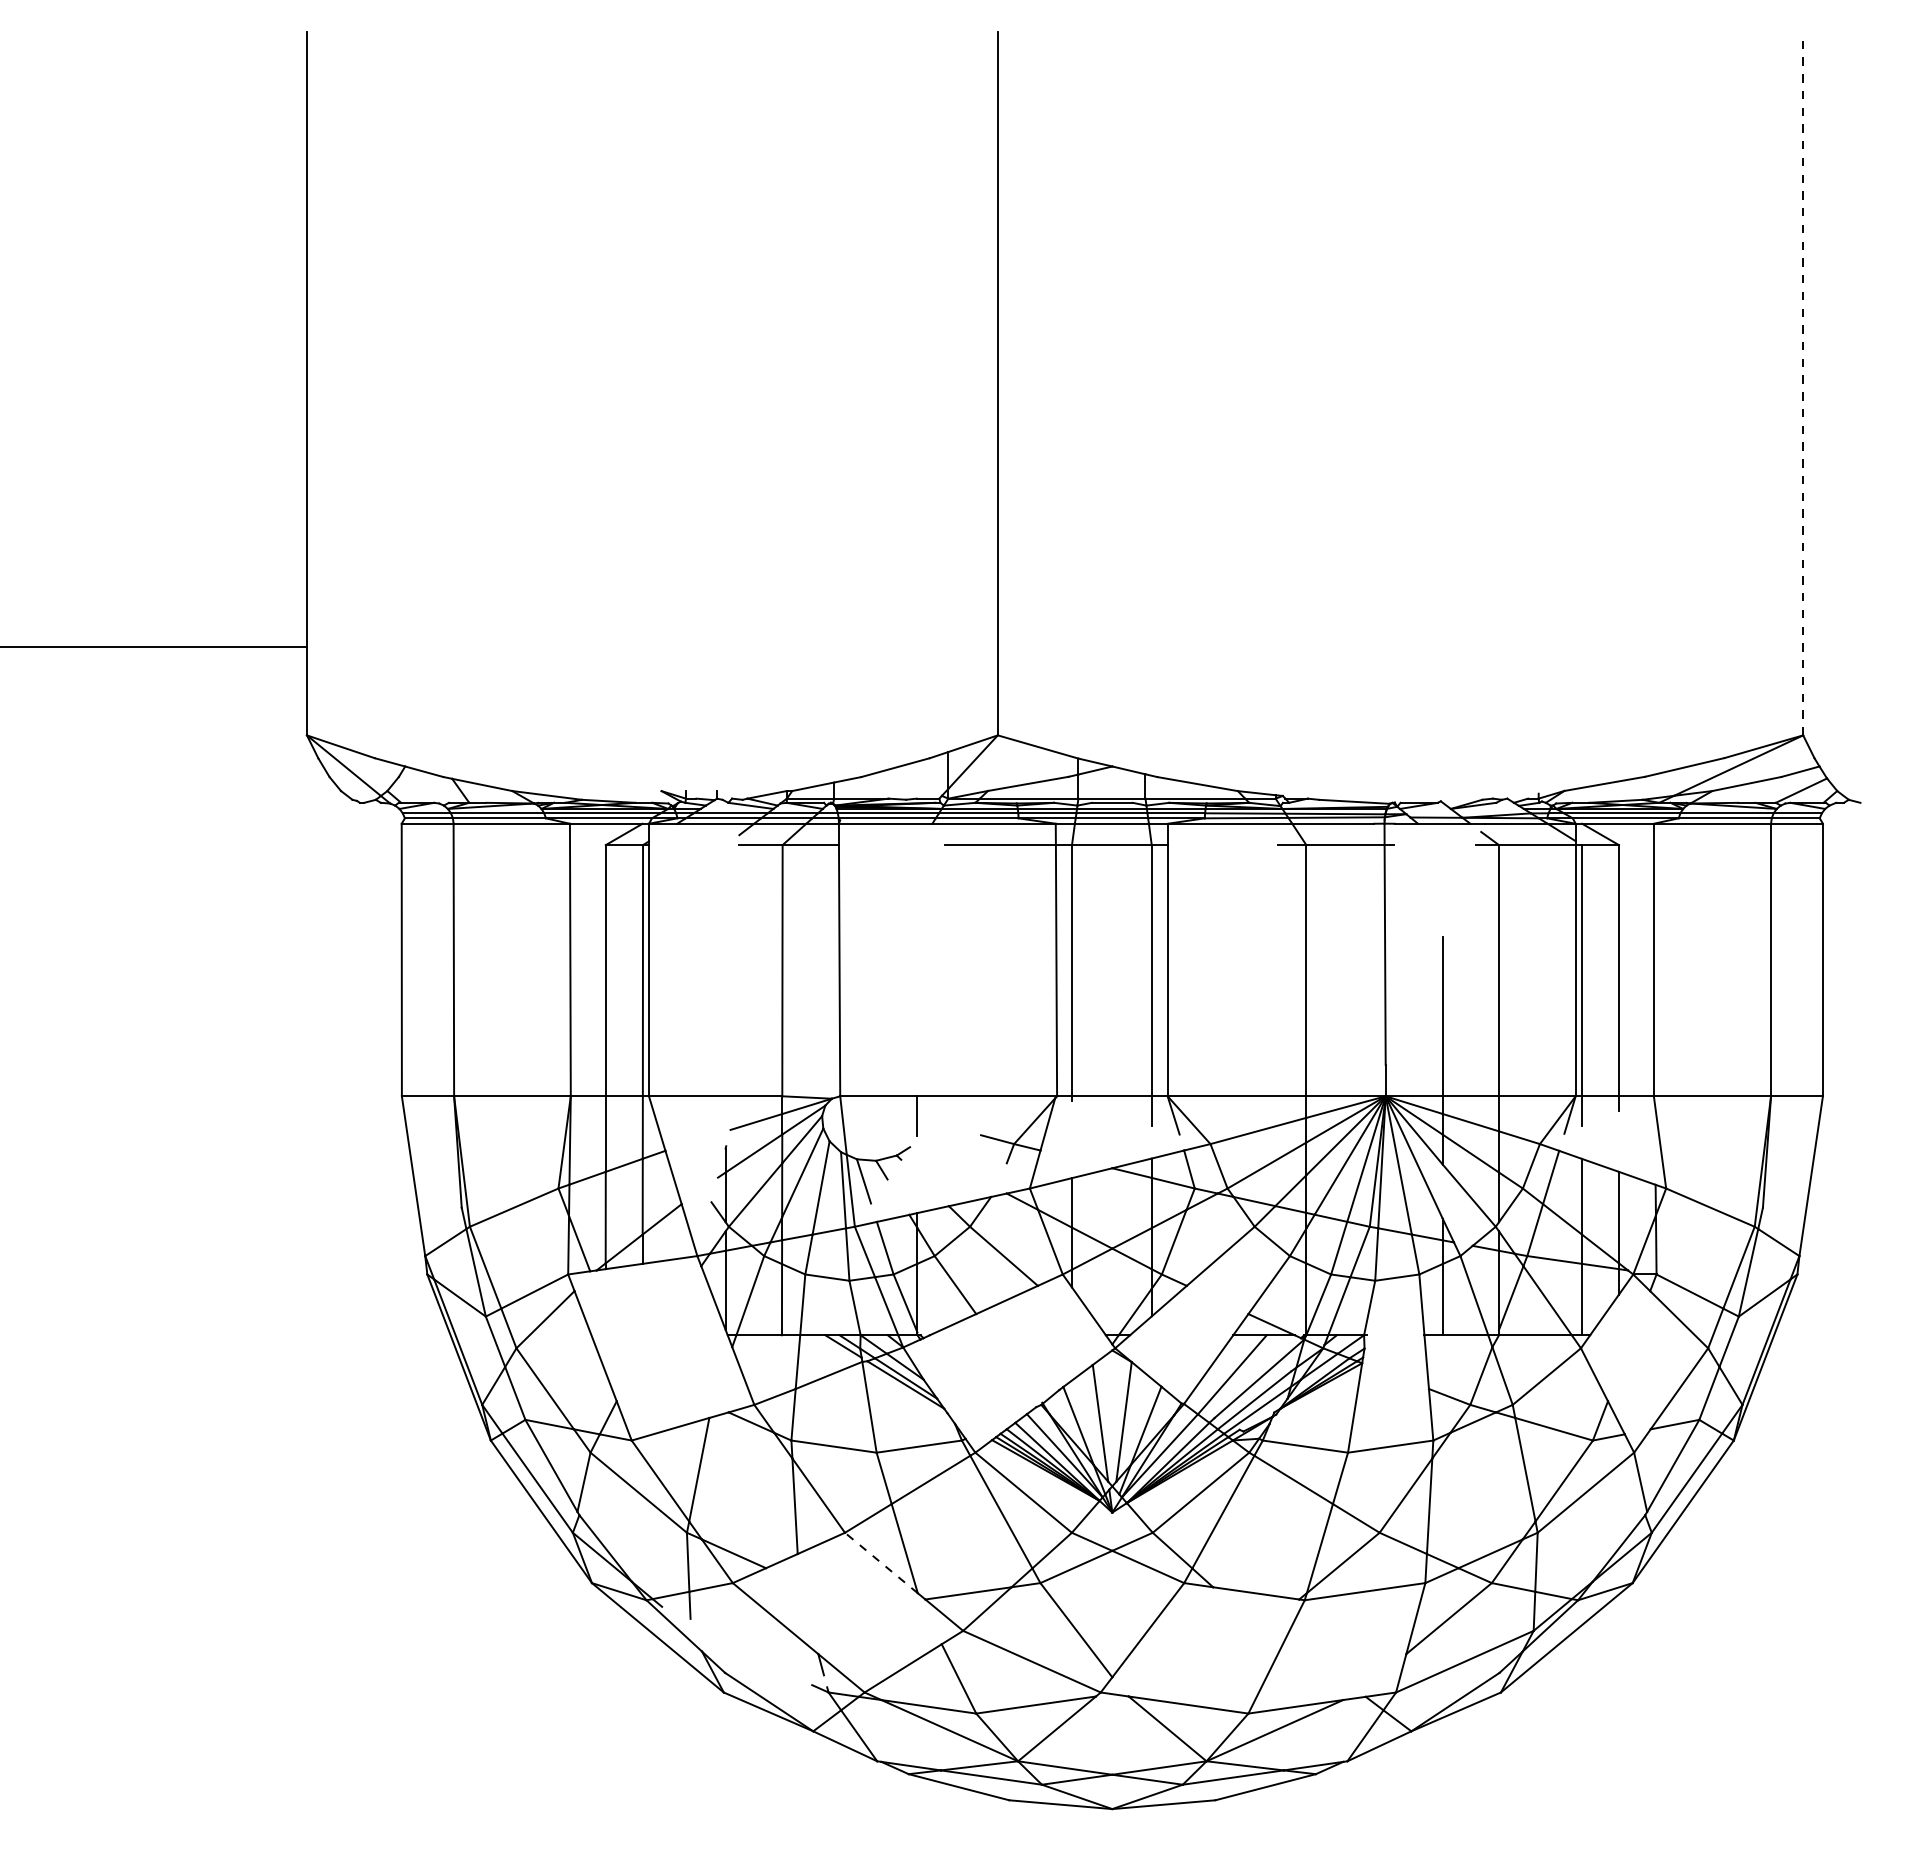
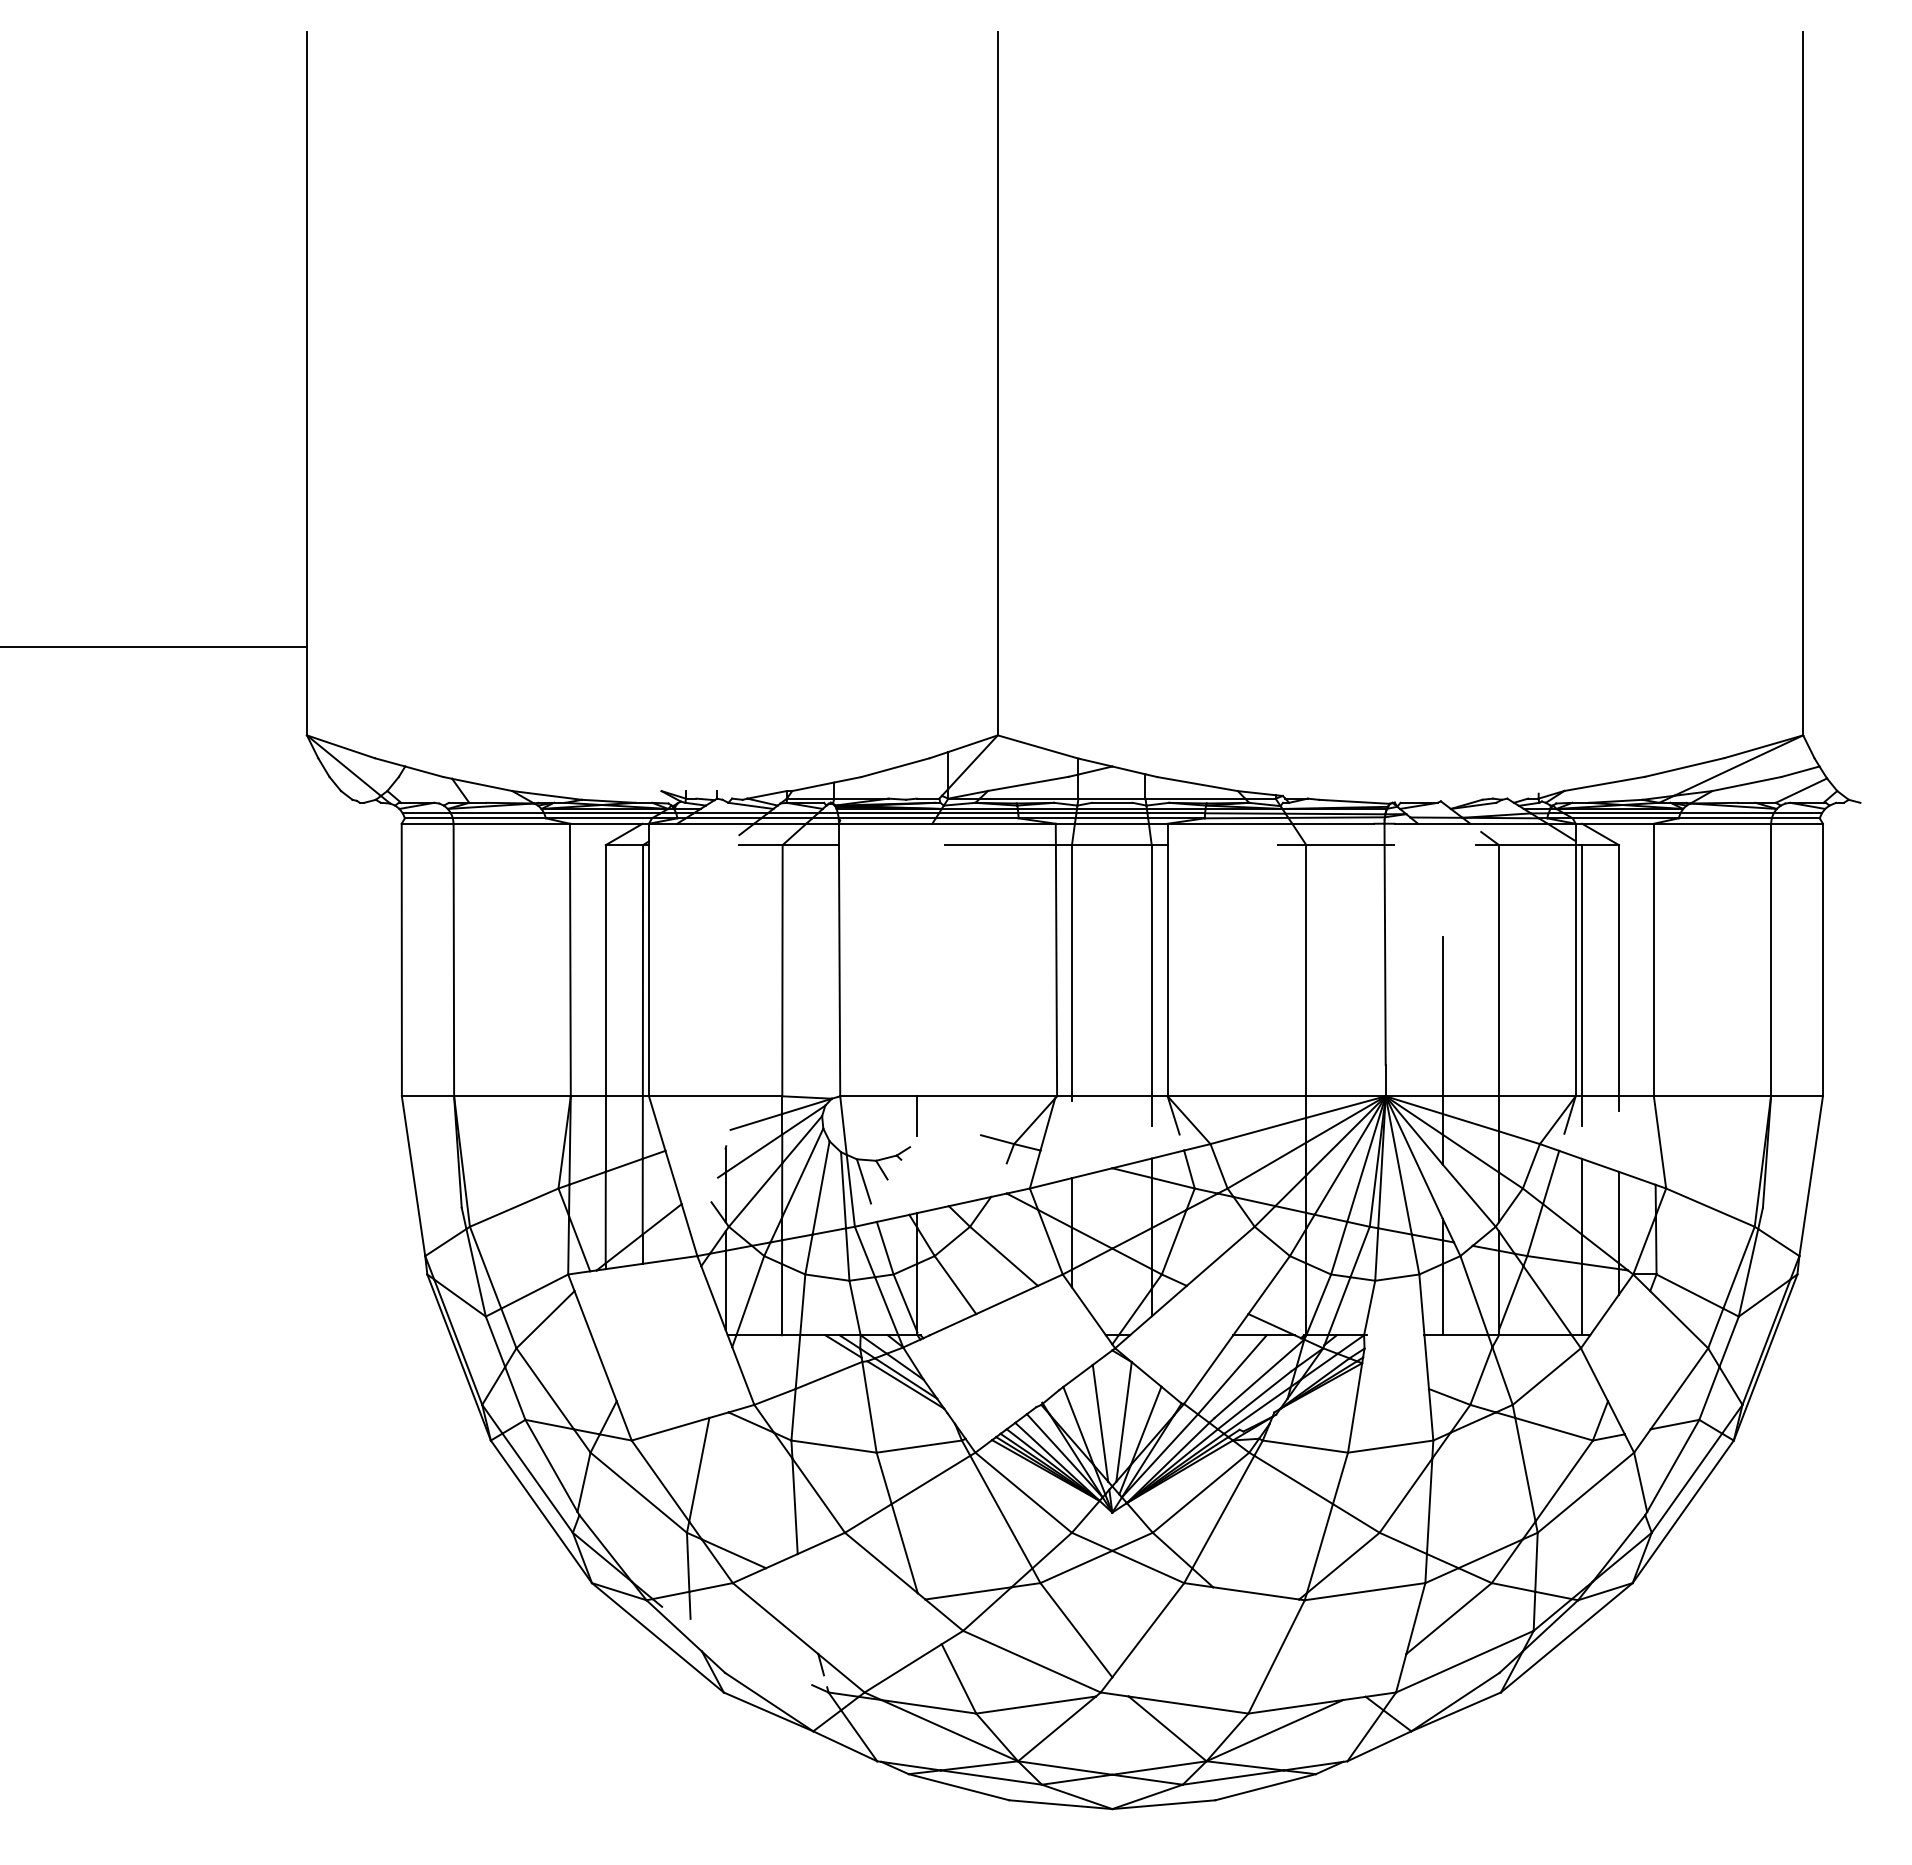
line at (1803, 383): dashed -> solid
line at (881, 1562): dashed -> solid
